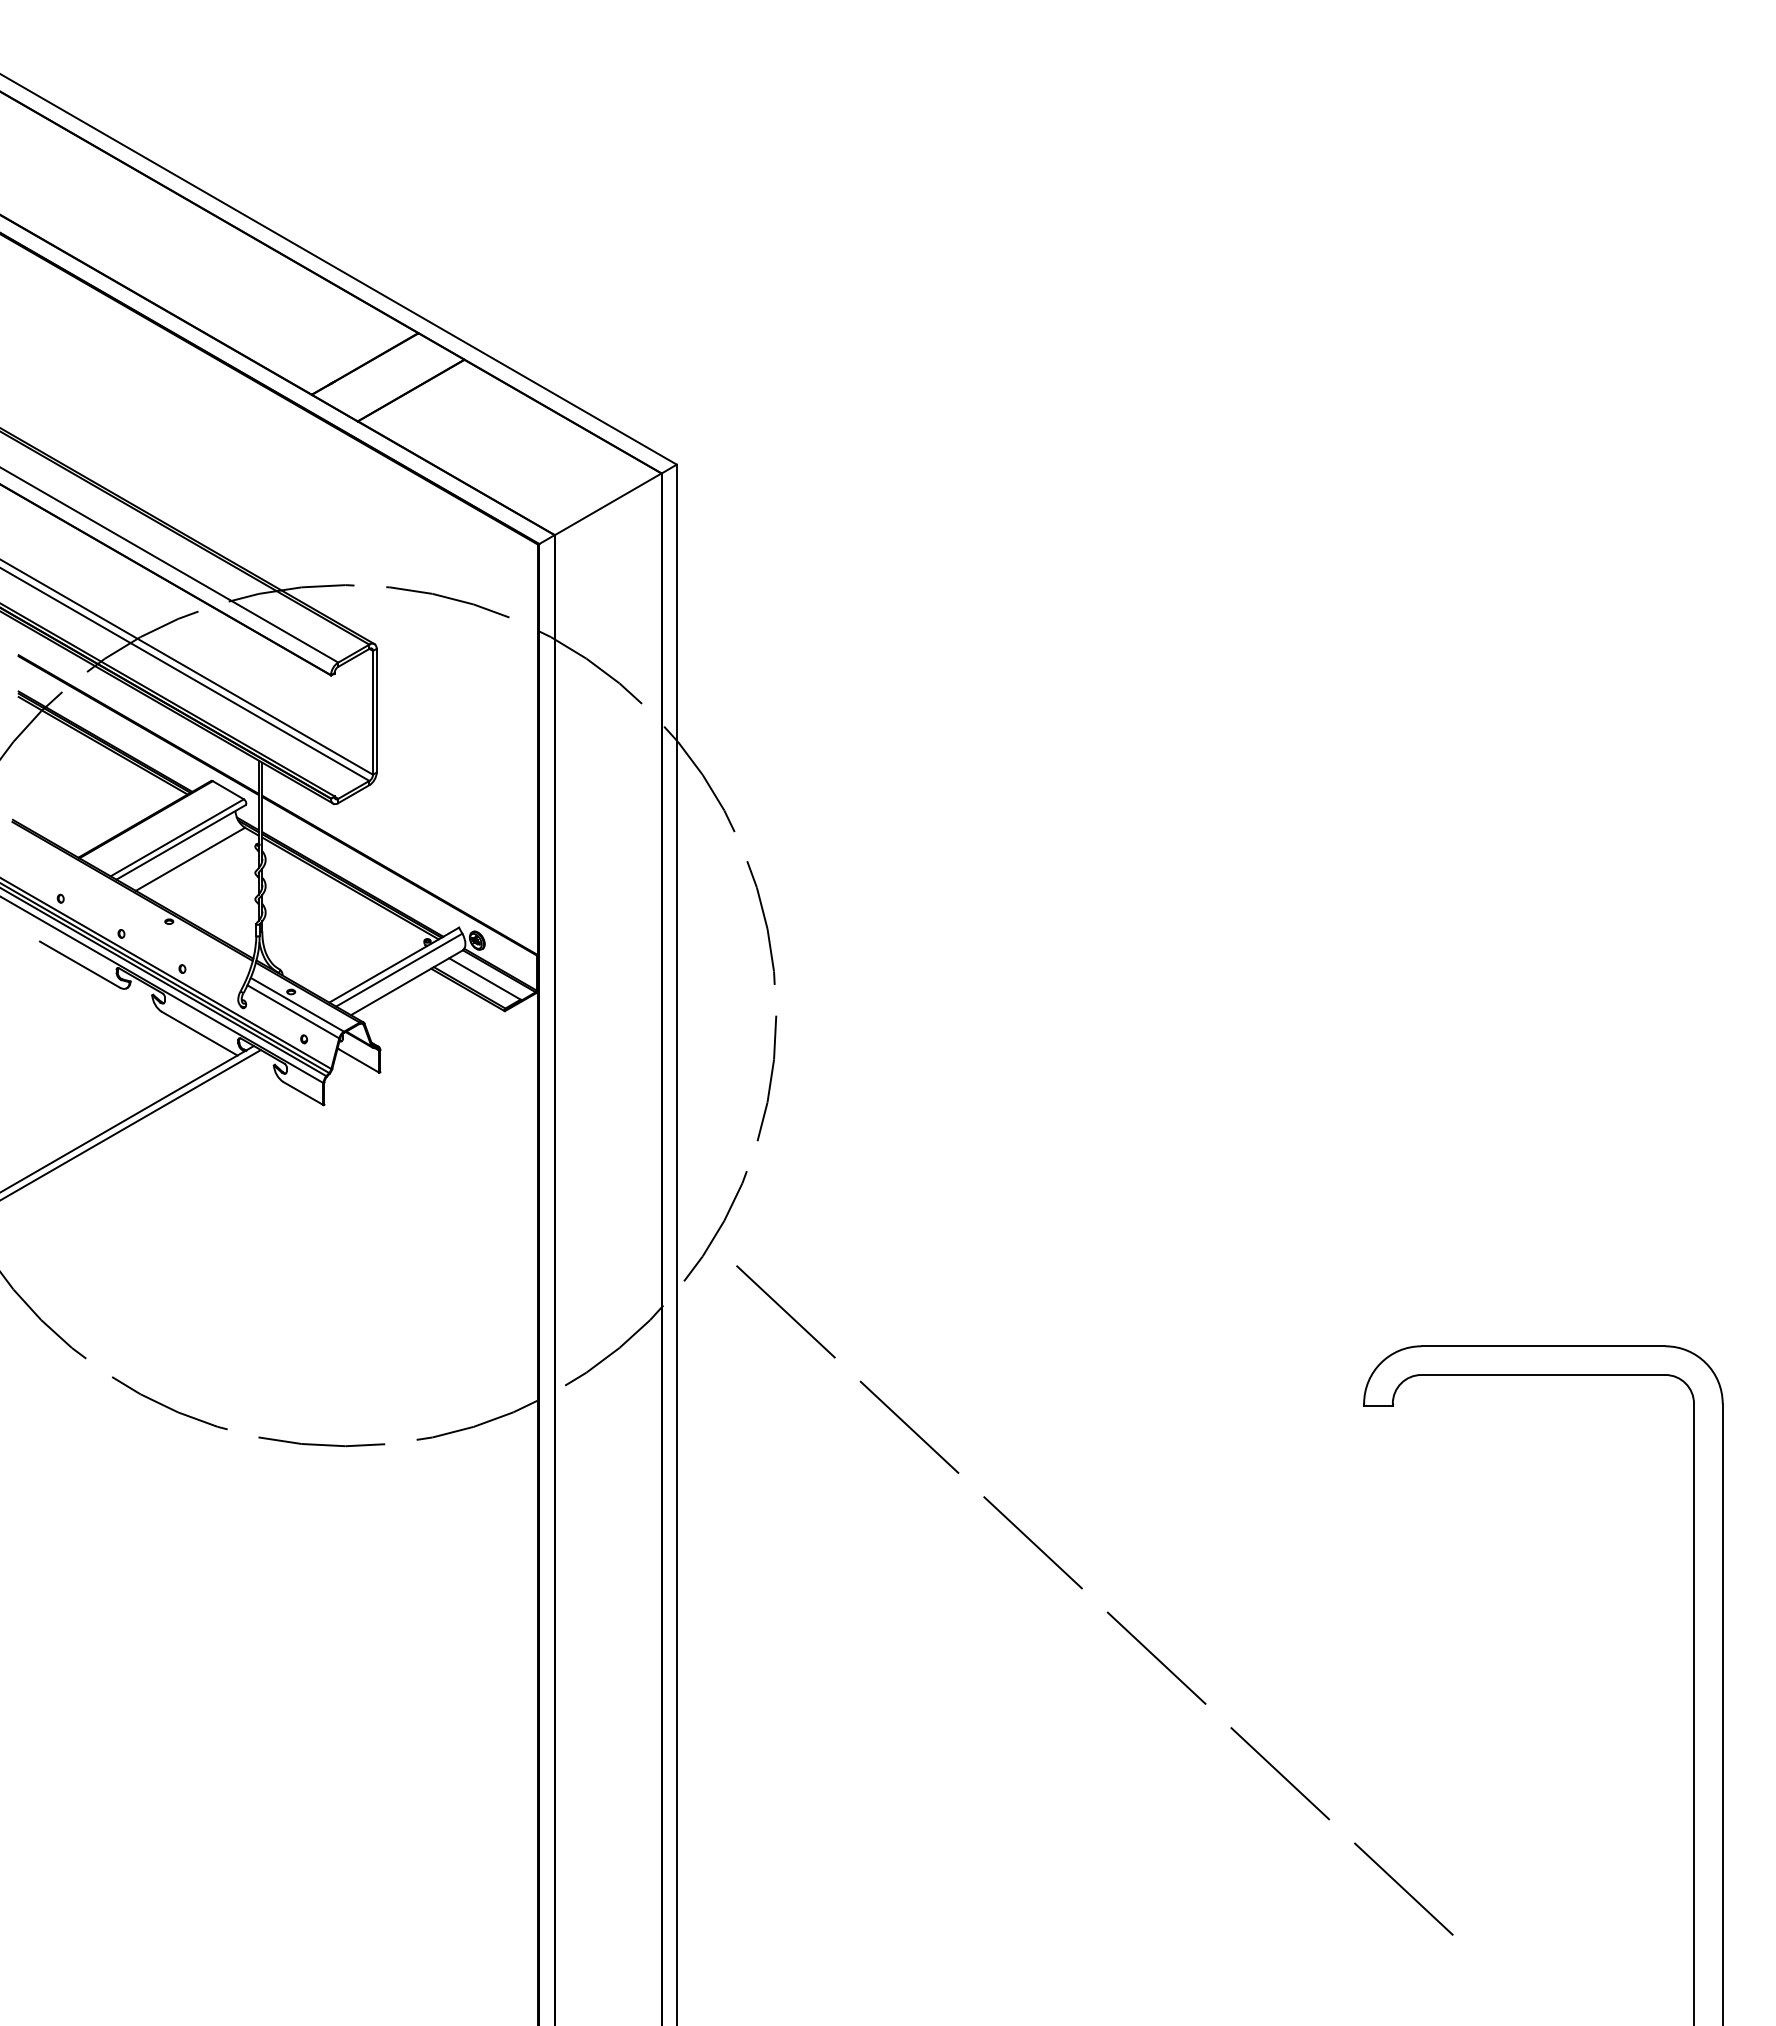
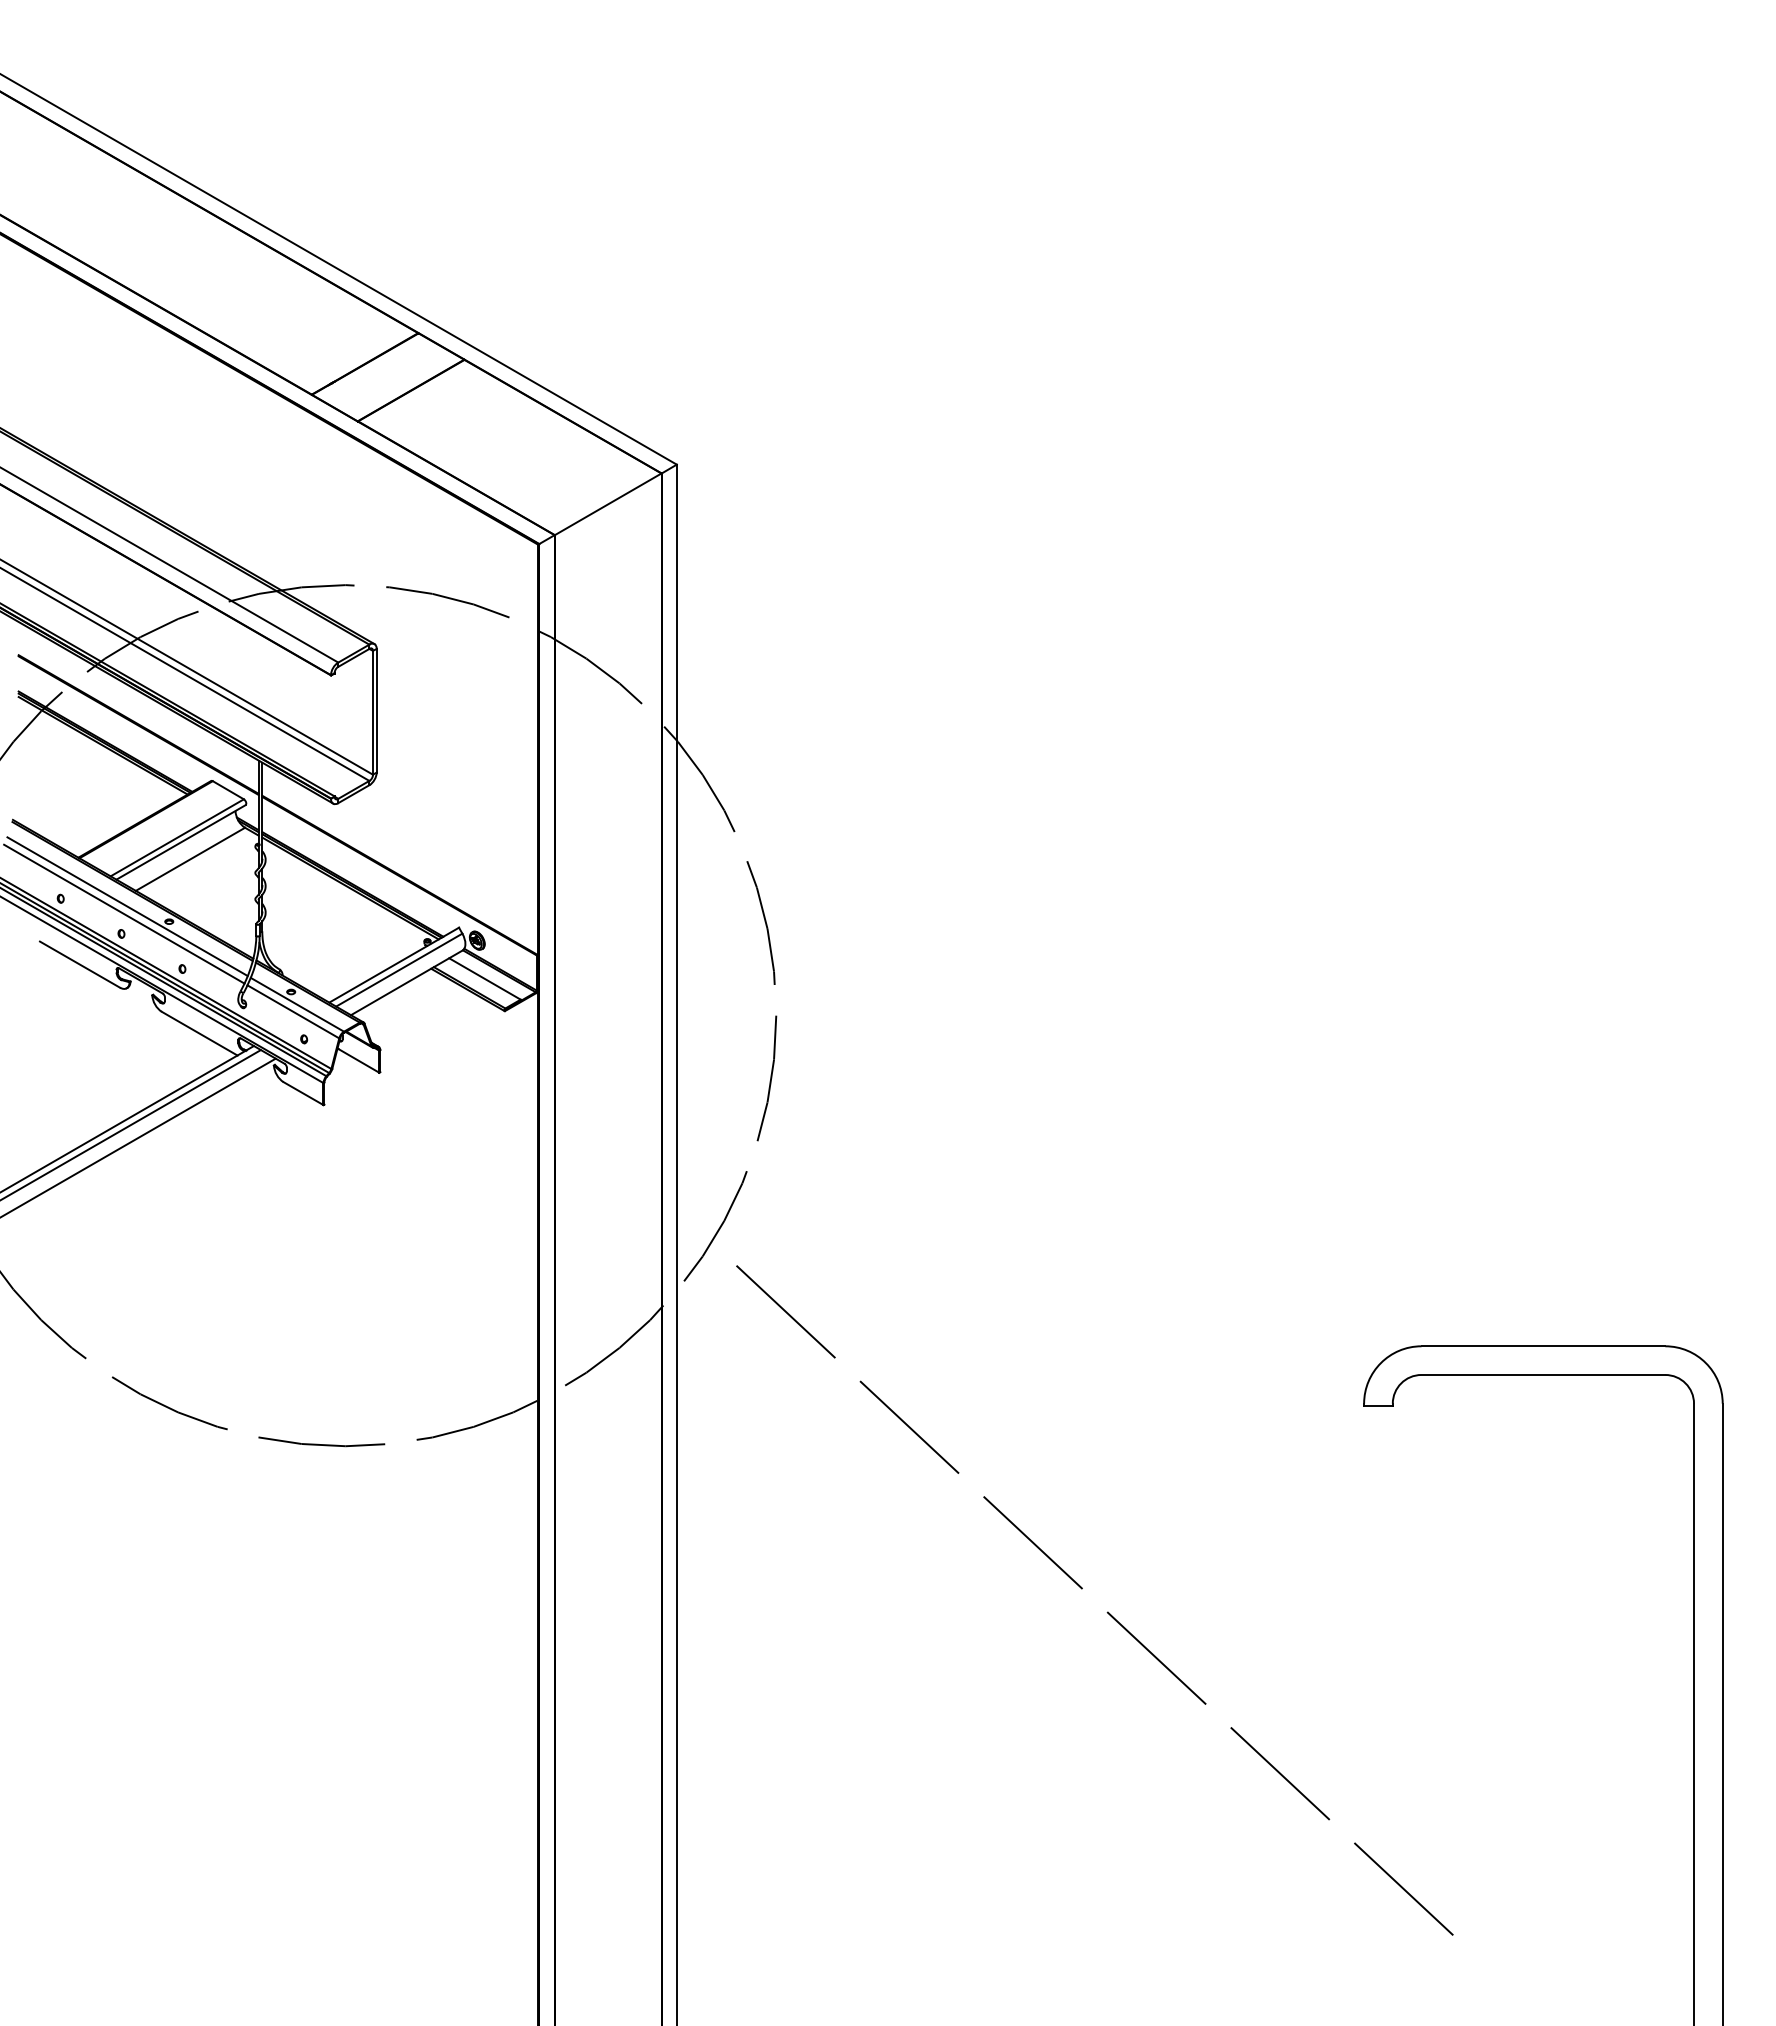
line at (127, 906): none -> present
line at (124, 913): none -> present
line at (138, 1137): none -> present
